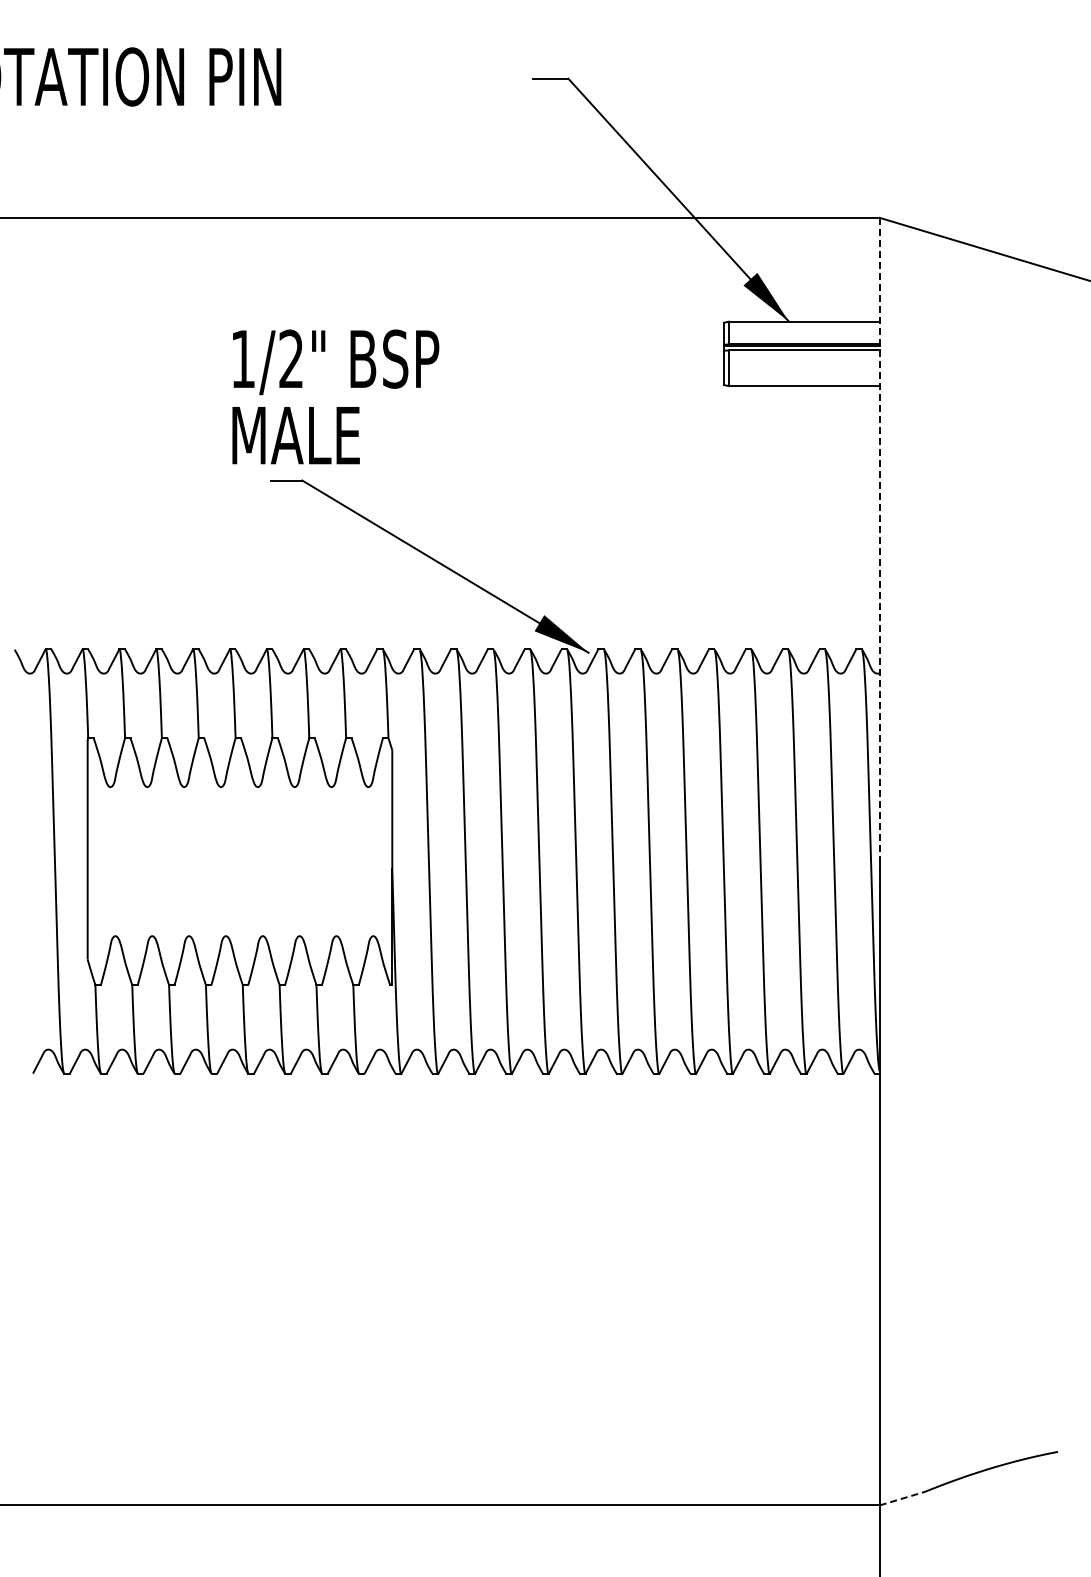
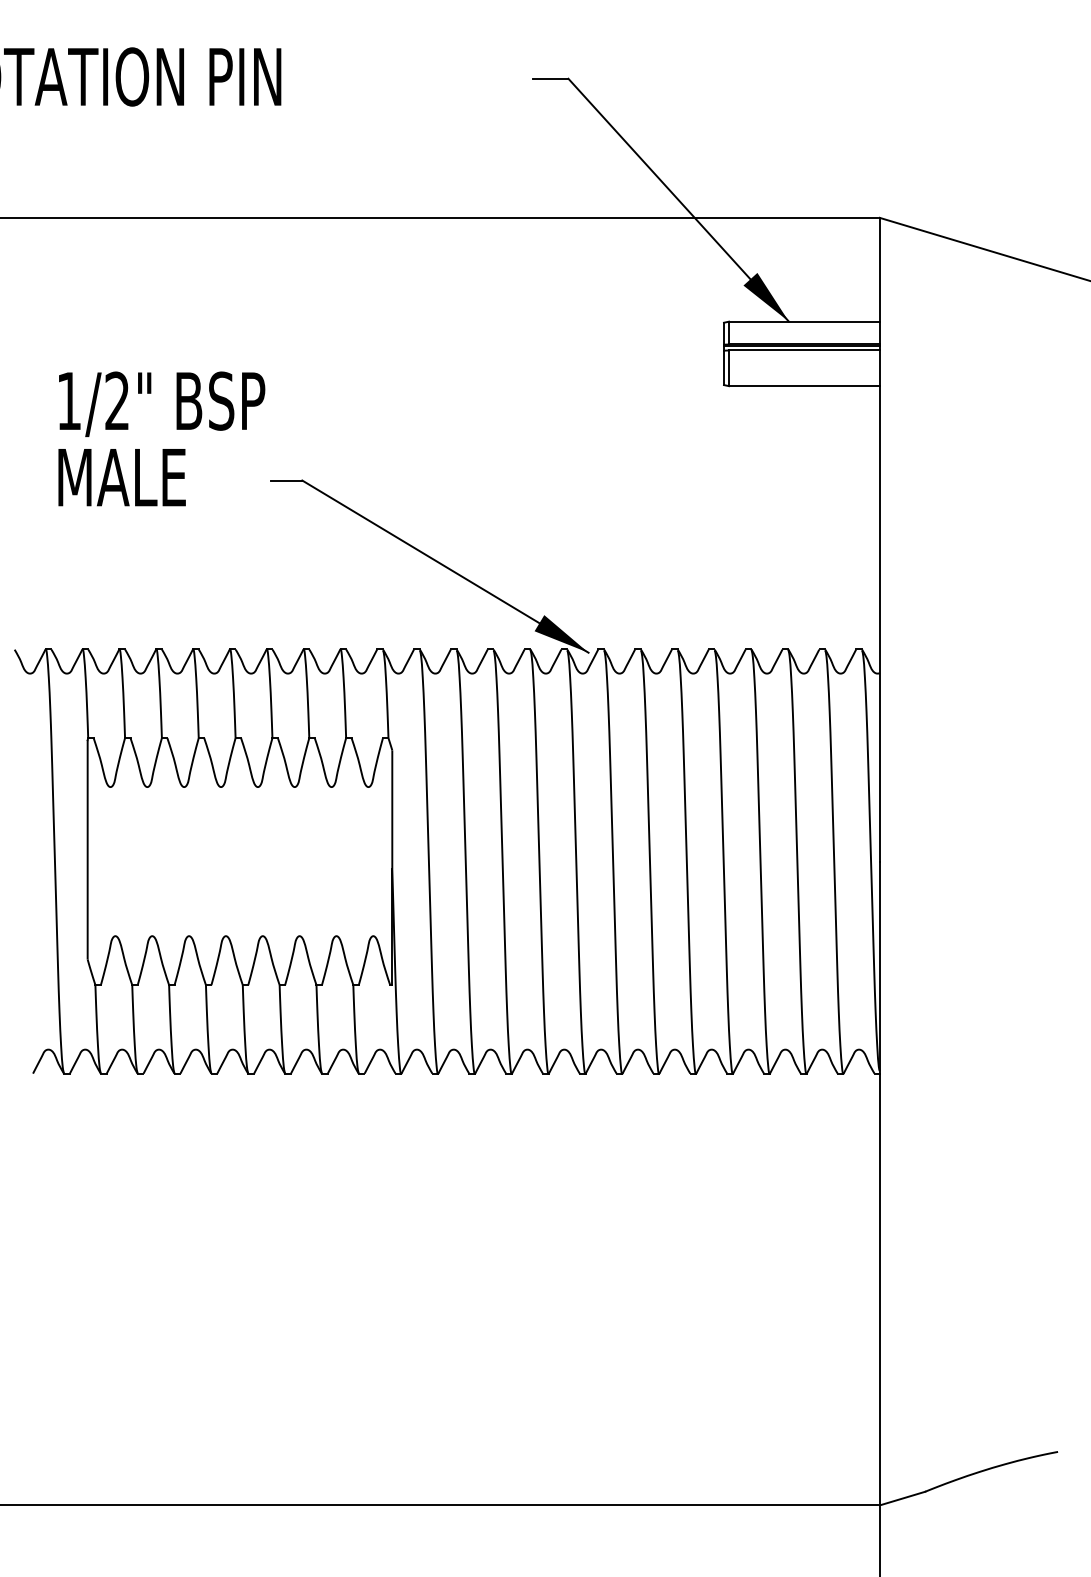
text at (335, 396) position: (335, 396) -> (161, 438)
line at (879, 539): dashed -> solid
line at (902, 1498): dashed -> solid
